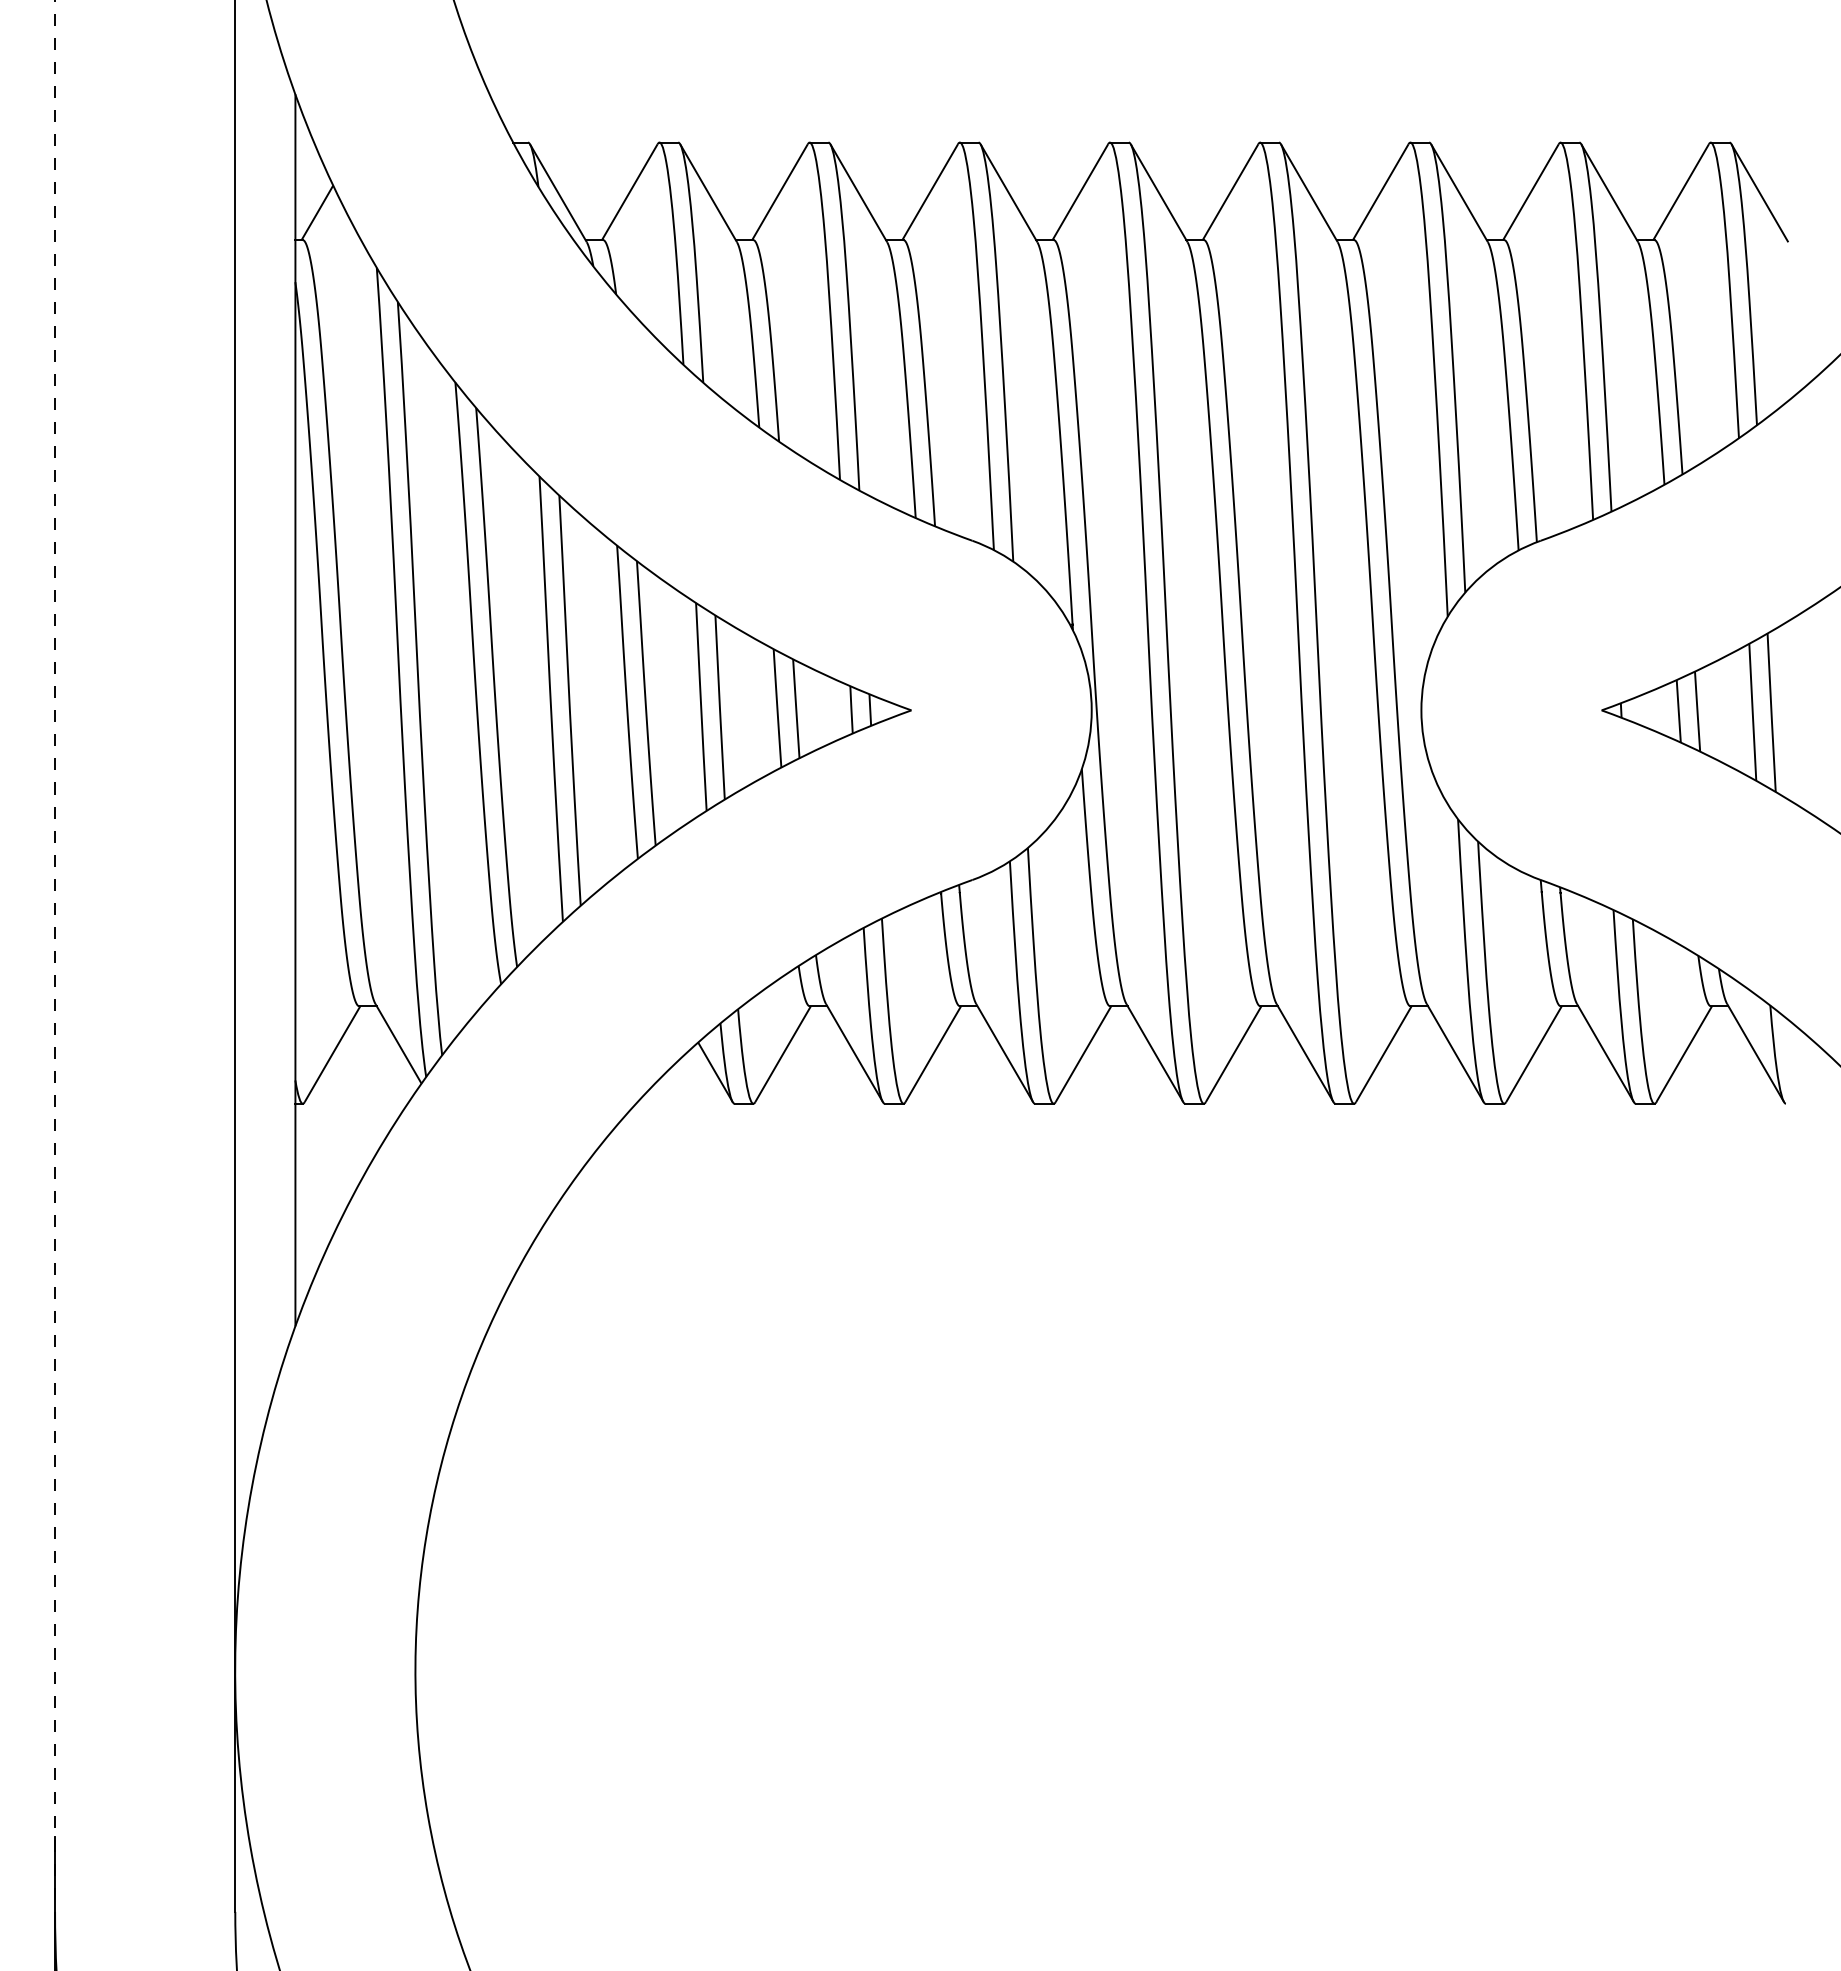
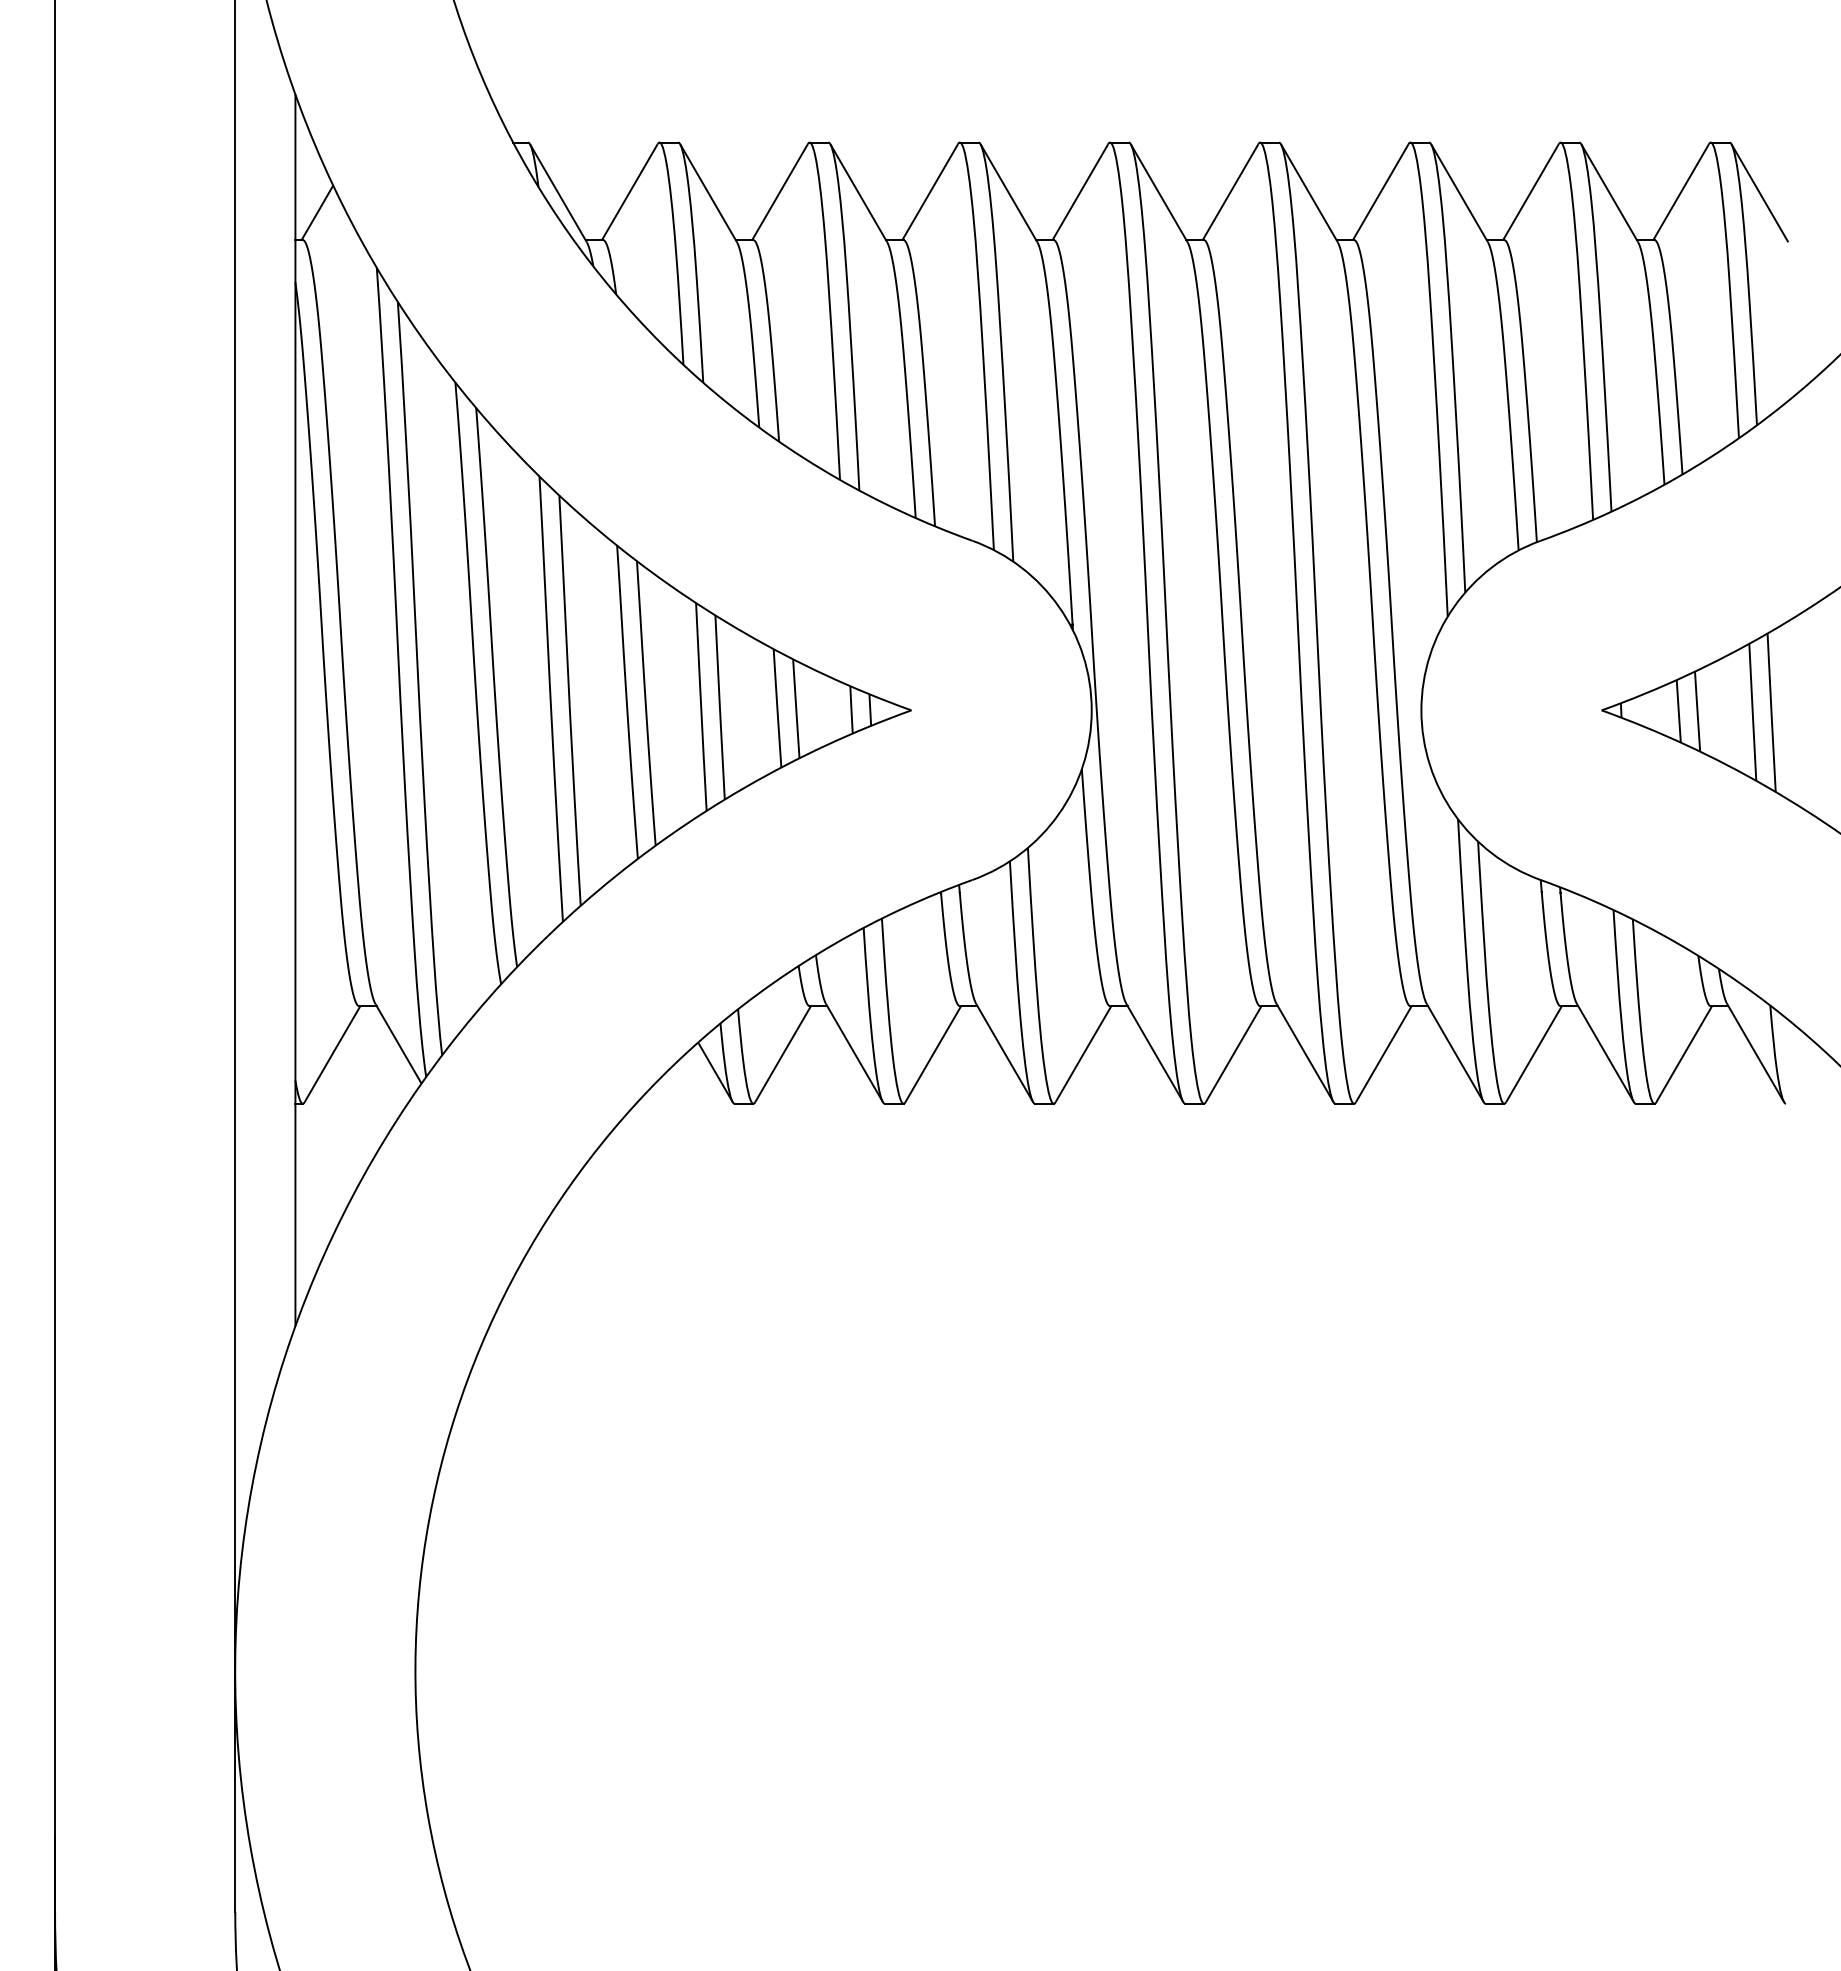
line at (55, 956): dashed -> solid
